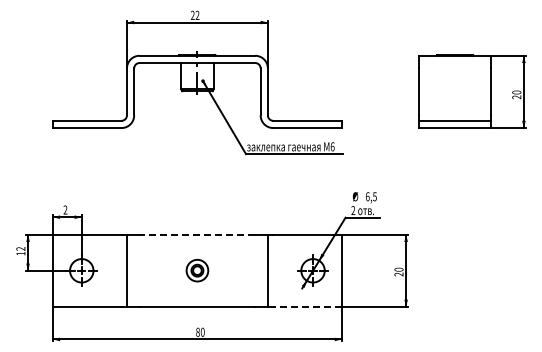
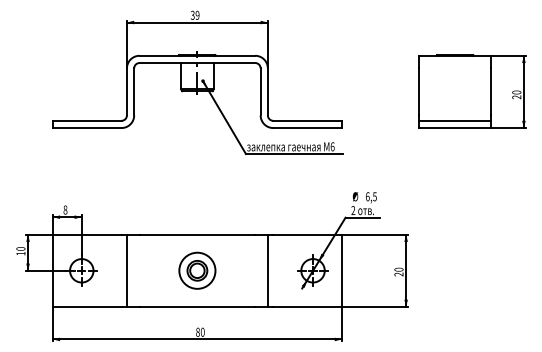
text at (194, 15): 22 -> 39
text at (65, 209): 2 -> 8
line at (197, 234): dashed -> solid
text at (20, 248): 12 -> 10
part at (197, 270) size: 25x24 px -> 39x39 px
line at (307, 306): dashed -> solid
